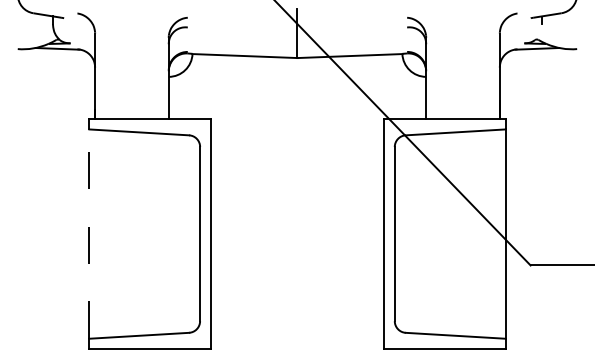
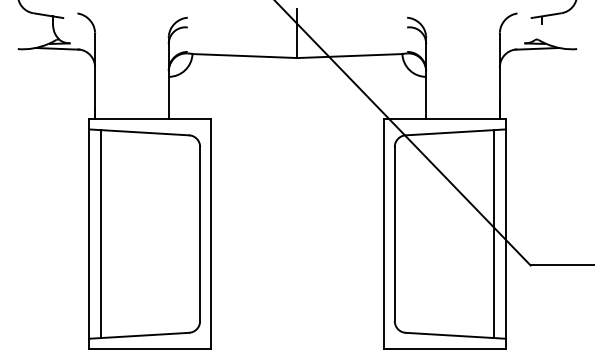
line at (89, 234): dashed -> solid
line at (100, 234): none -> present
line at (494, 234): none -> present
